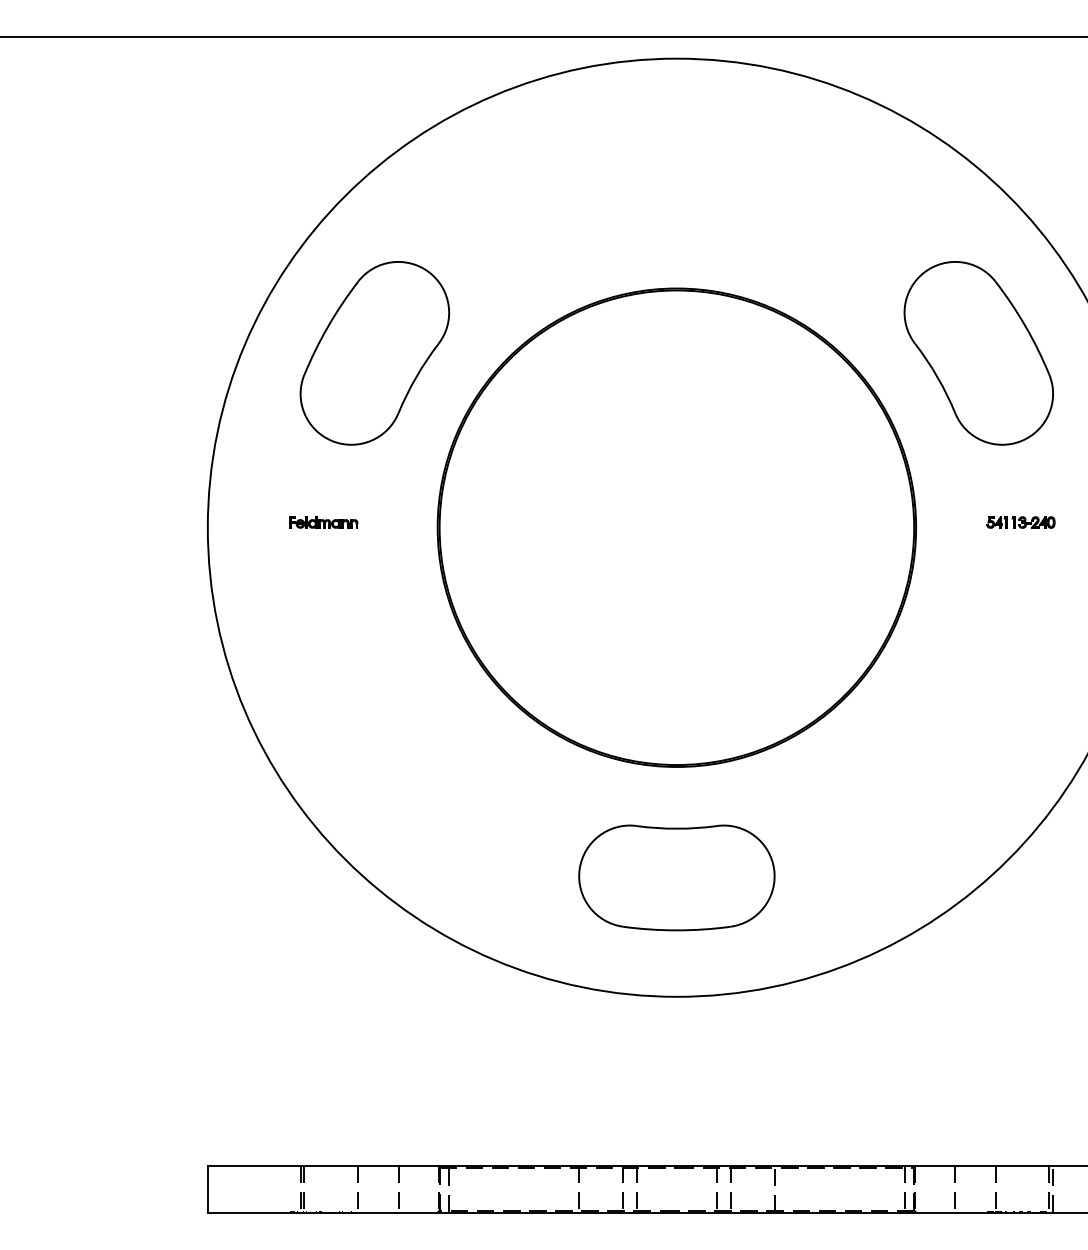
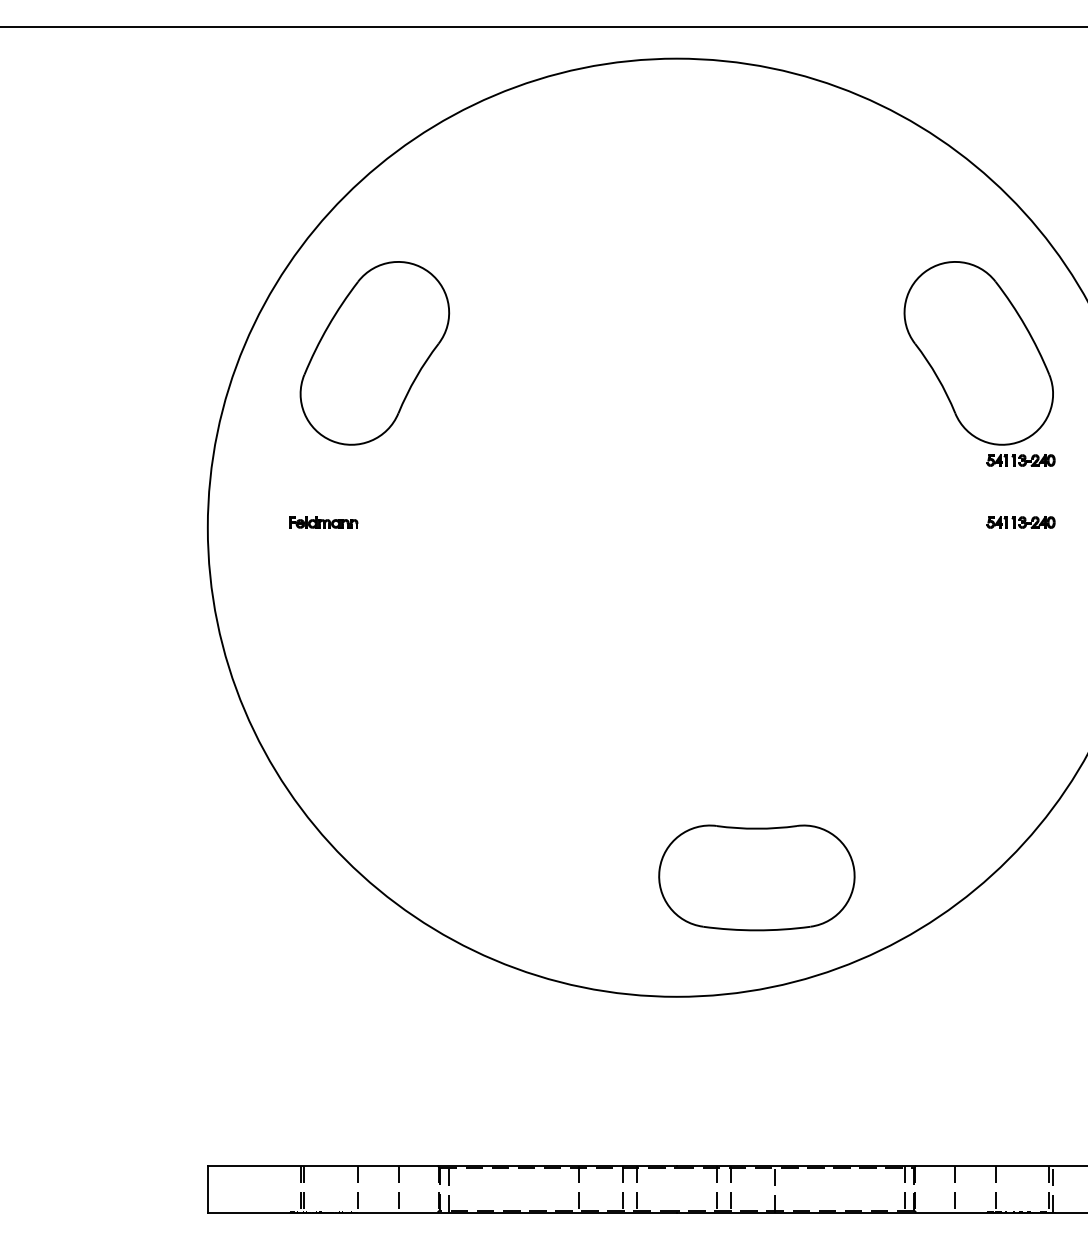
line at (543, 37) position: (543, 37) -> (543, 27)
part at (1020, 460): none -> present
part at (676, 527): present -> none
part at (676, 877) position: (676, 877) -> (756, 877)
